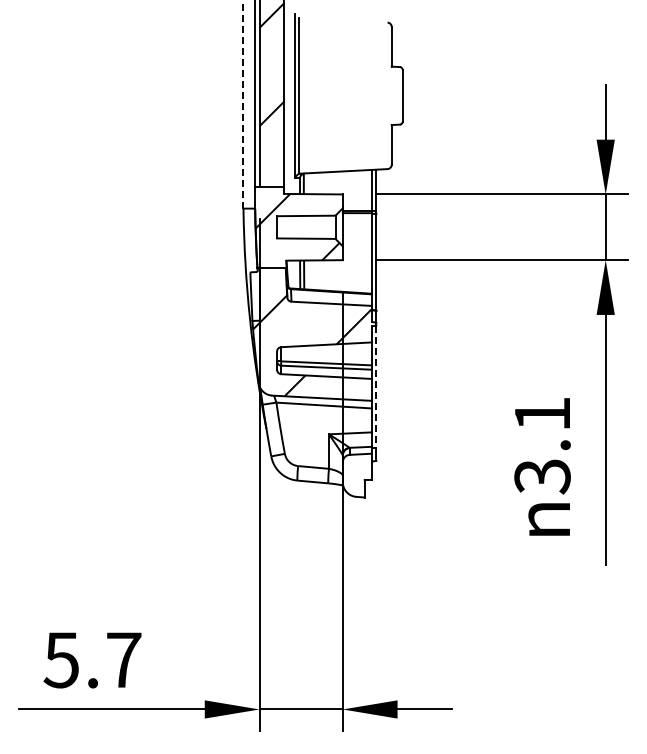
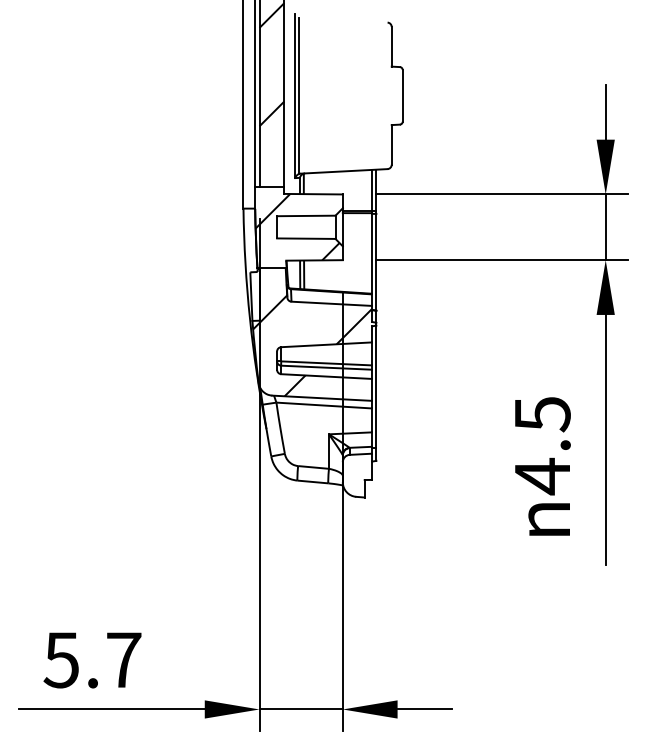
line at (243, 104): dashed -> solid
line at (376, 387): dashed -> solid
text at (542, 446): 3.1 -> 4.5
